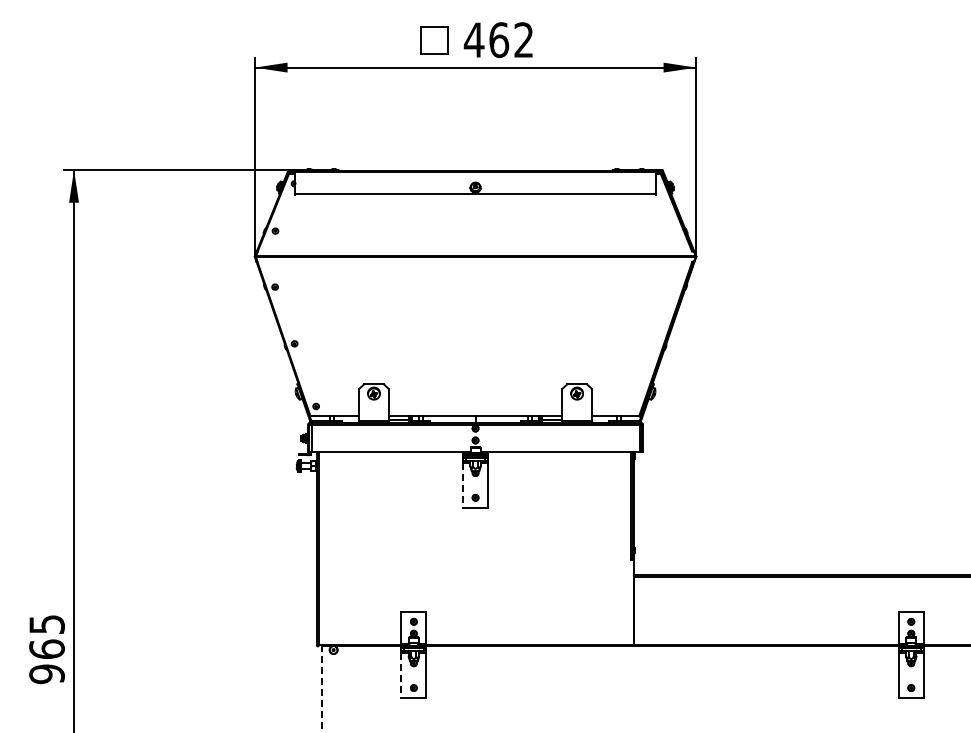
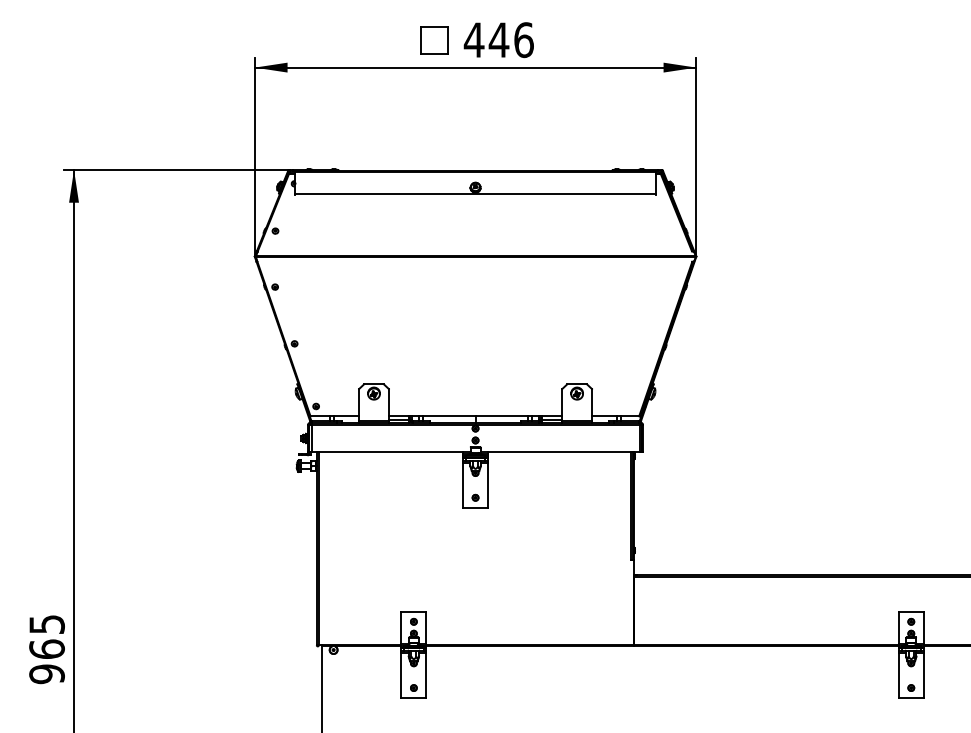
text at (510, 40): 462 -> 446
line at (462, 485): dashed -> solid
line at (401, 676): dashed -> solid
line at (321, 689): dashed -> solid
